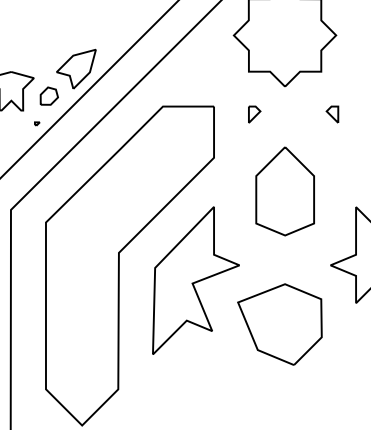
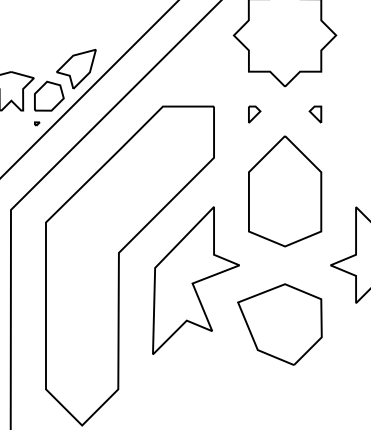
part at (48, 95) size: 20x20 px -> 31x32 px
part at (332, 114) position: (332, 114) -> (315, 114)
part at (284, 191) size: 60x91 px -> 75x113 px
